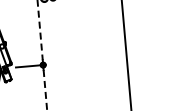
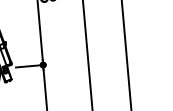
line at (40, 30): dashed -> solid
line at (87, 54): none -> present
line at (45, 90): dashed -> solid
